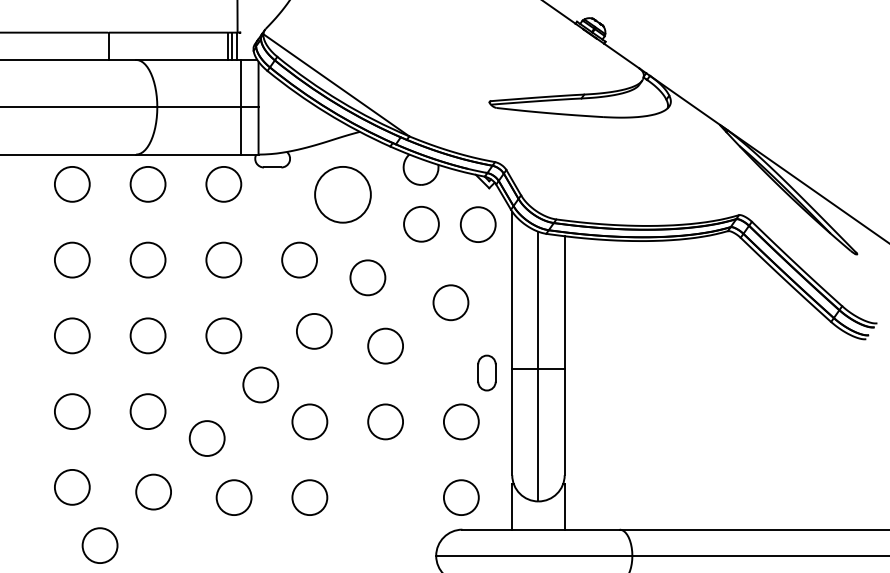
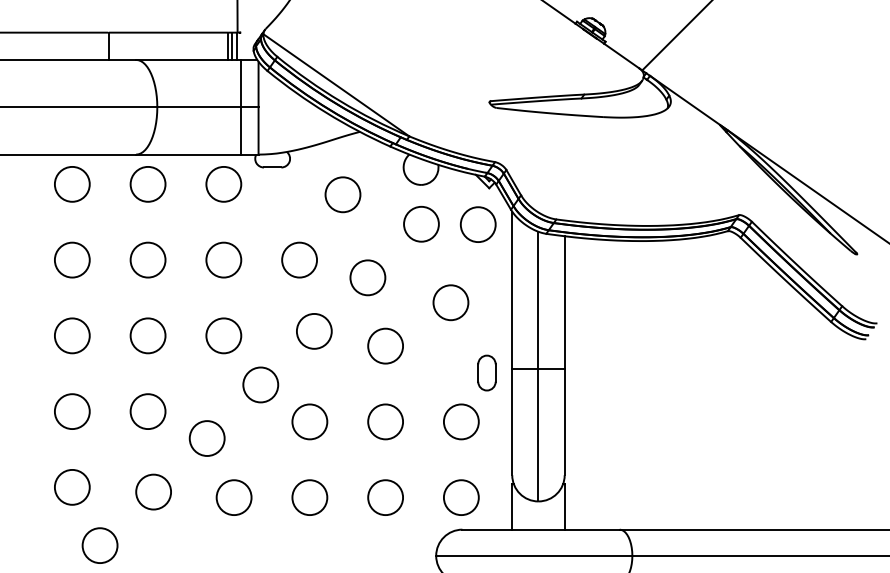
line at (676, 36): none -> present
circle at (342, 194) diameter: 56 px -> 35 px
circle at (385, 497): none -> present
